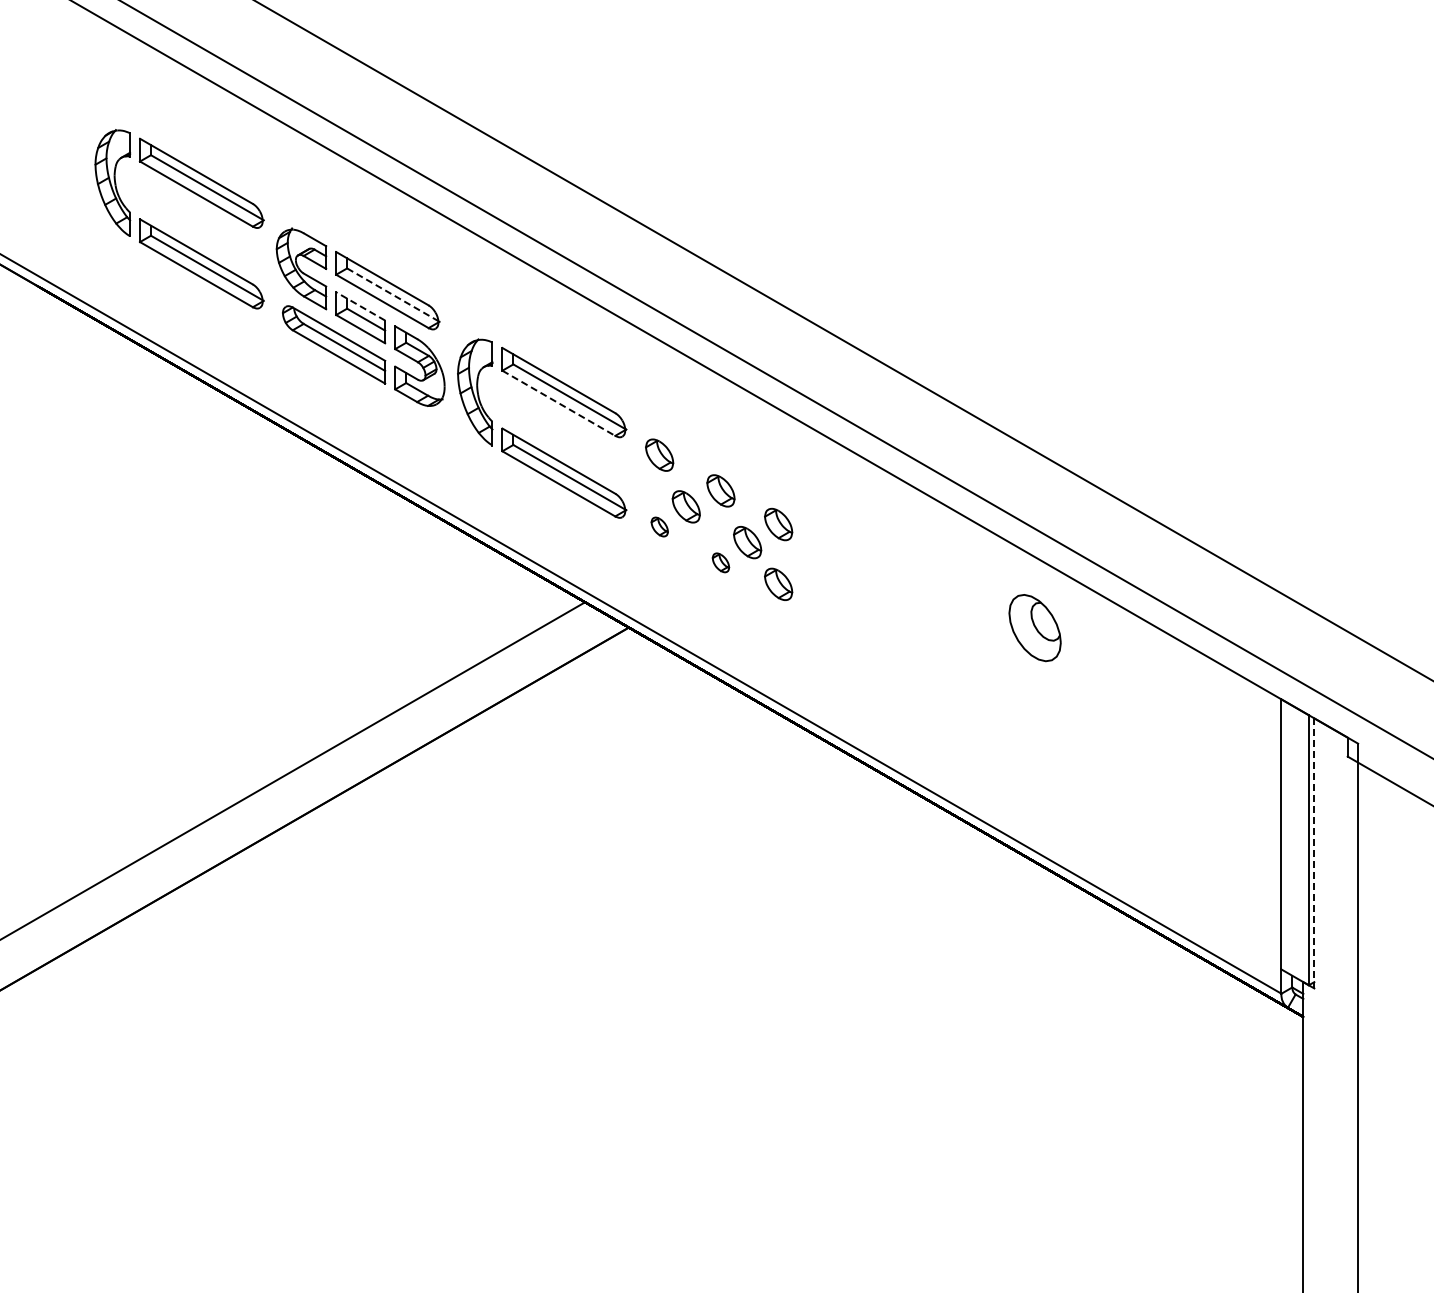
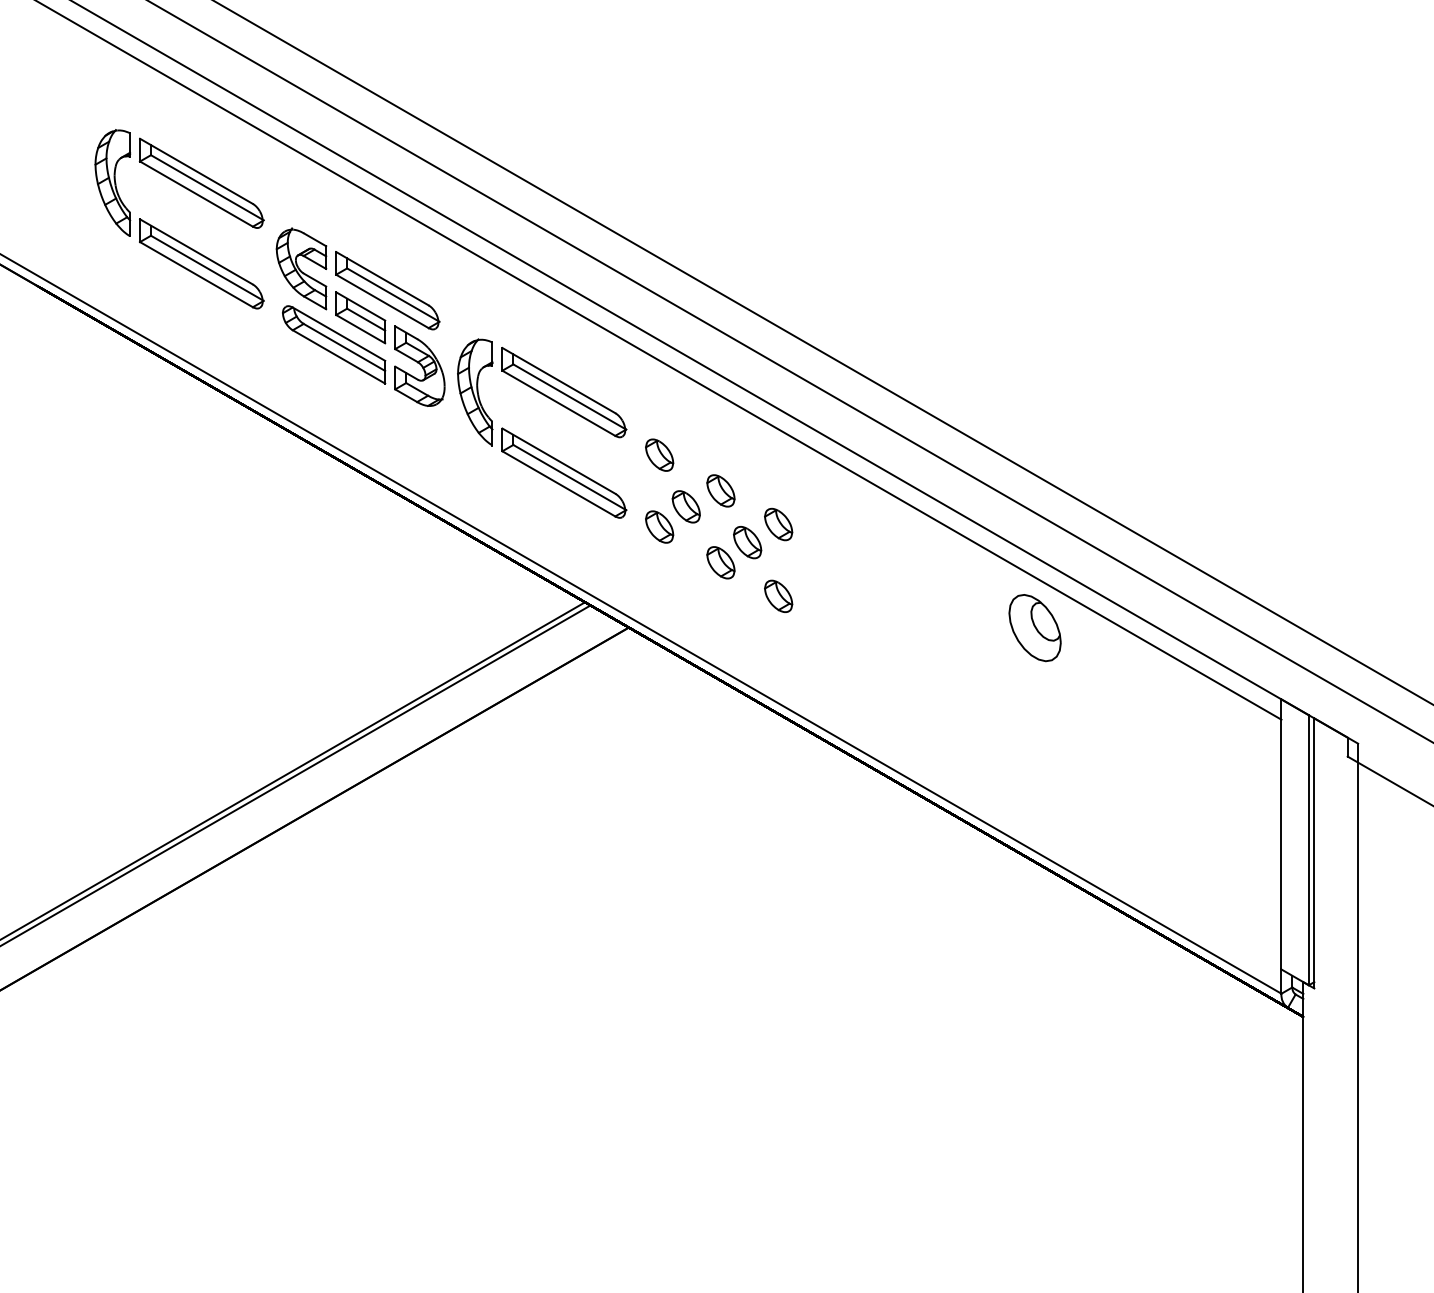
line at (392, 294): dashed -> solid
line at (360, 306): dashed -> solid
line at (843, 340) position: (843, 340) -> (823, 352)
line at (659, 360): none -> present
line at (776, 379) position: (776, 379) -> (790, 371)
line at (559, 403): dashed -> solid
part at (659, 526) size: 19x22 px -> 30x34 px
part at (720, 562) size: 20x22 px -> 30x34 px
part at (778, 583) position: (778, 583) -> (778, 595)
line at (296, 775): none -> present
line at (1314, 853): dashed -> solid
